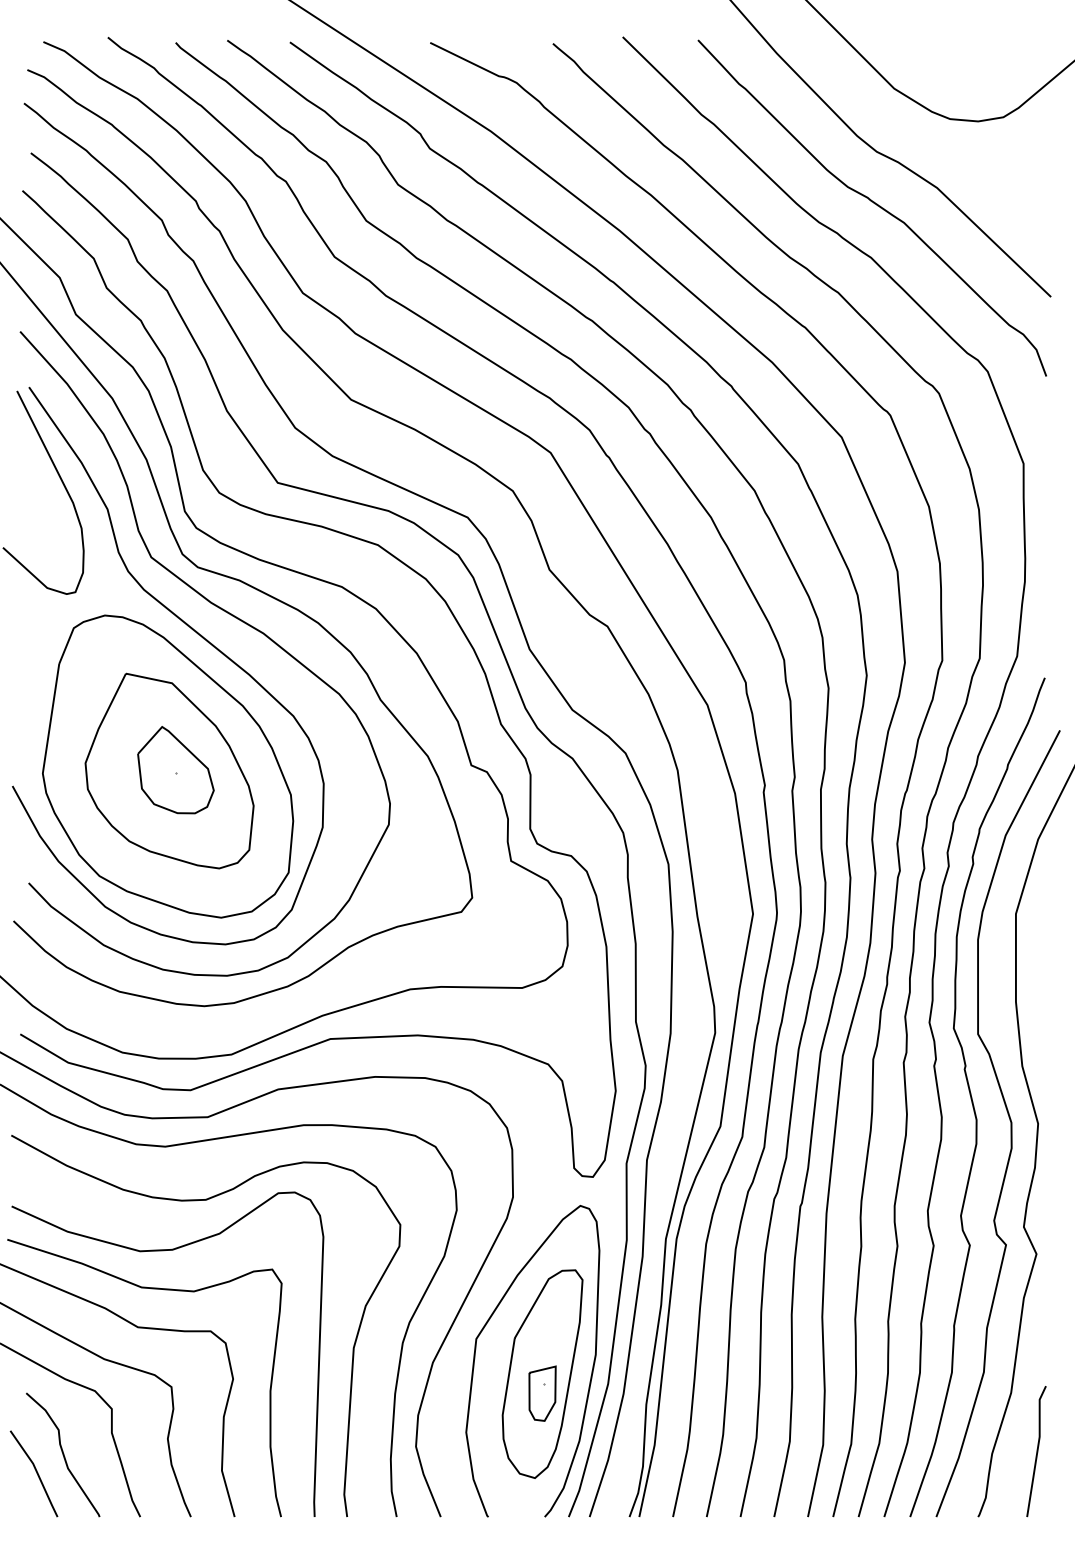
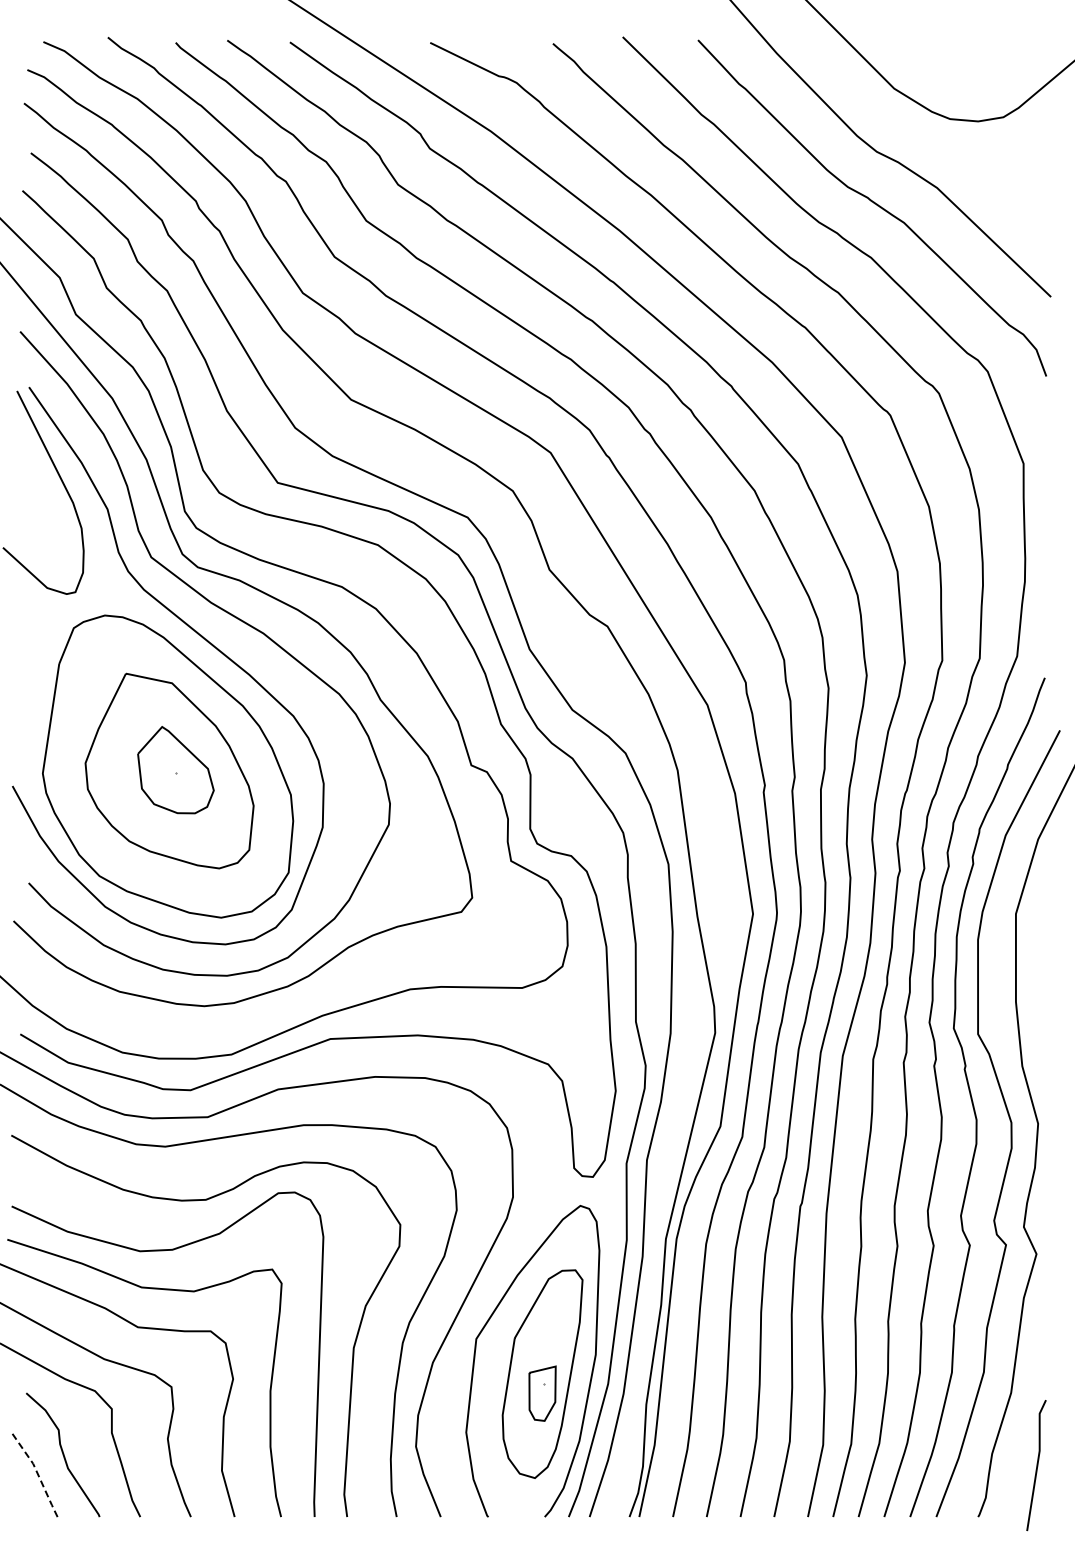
curve at (1036, 1451) position: (1036, 1451) -> (1036, 1465)
line at (37, 1472): solid -> dashed
